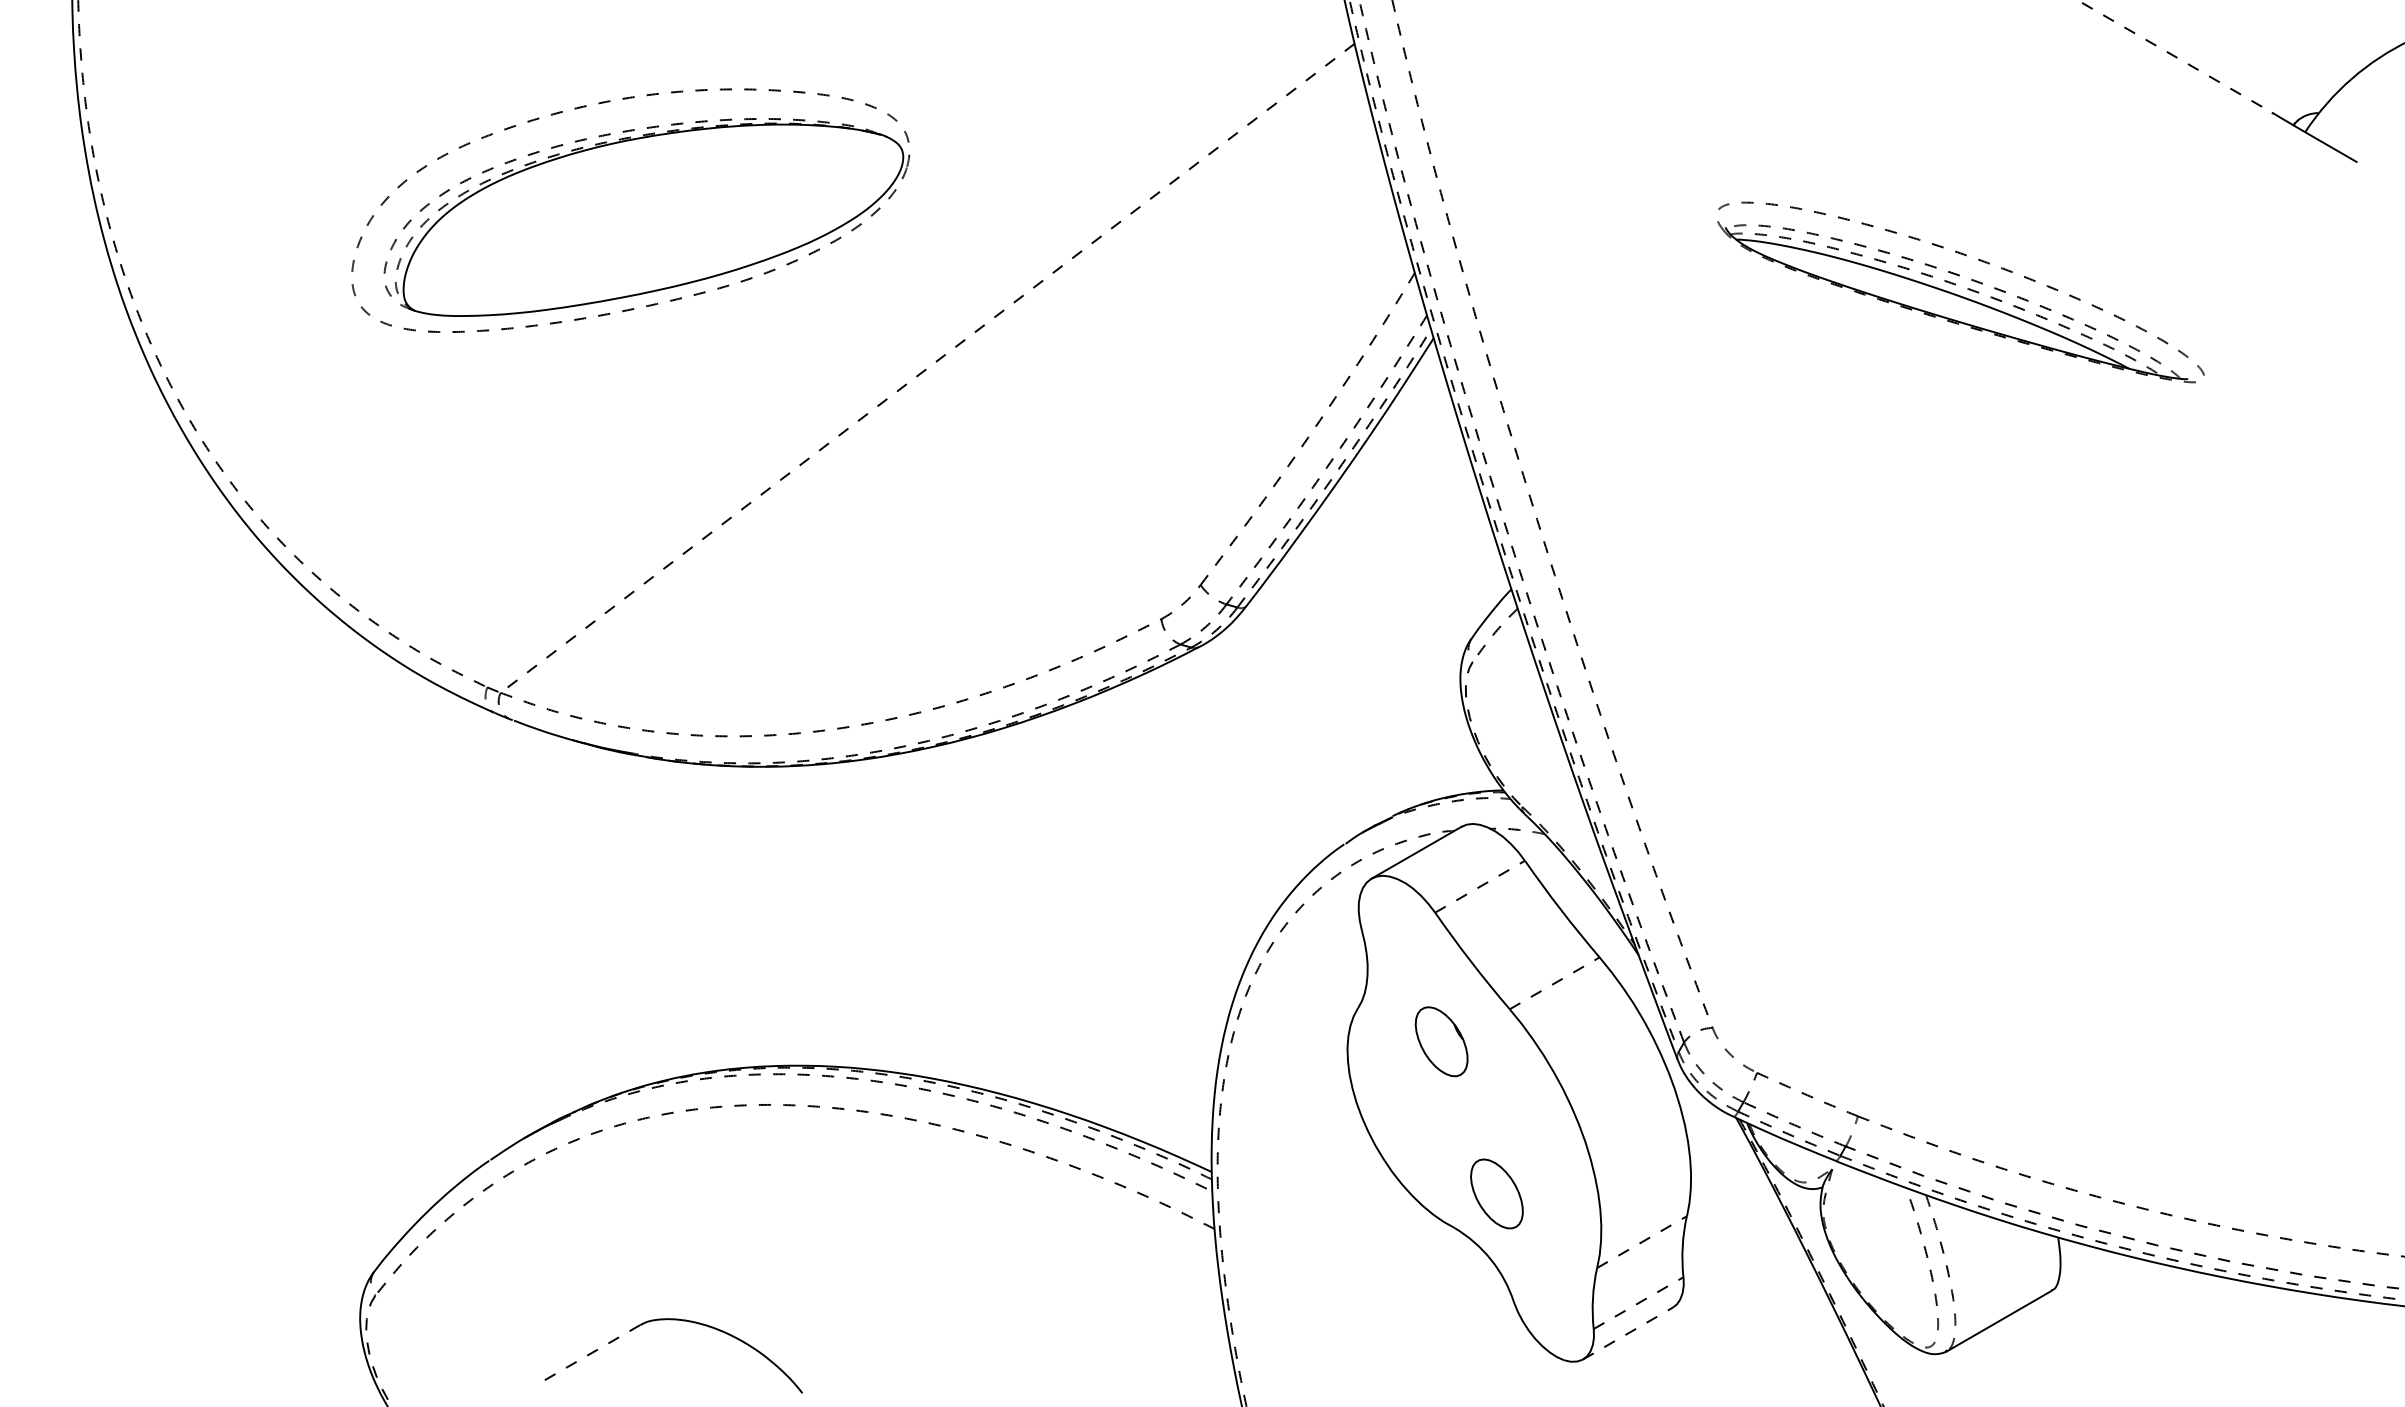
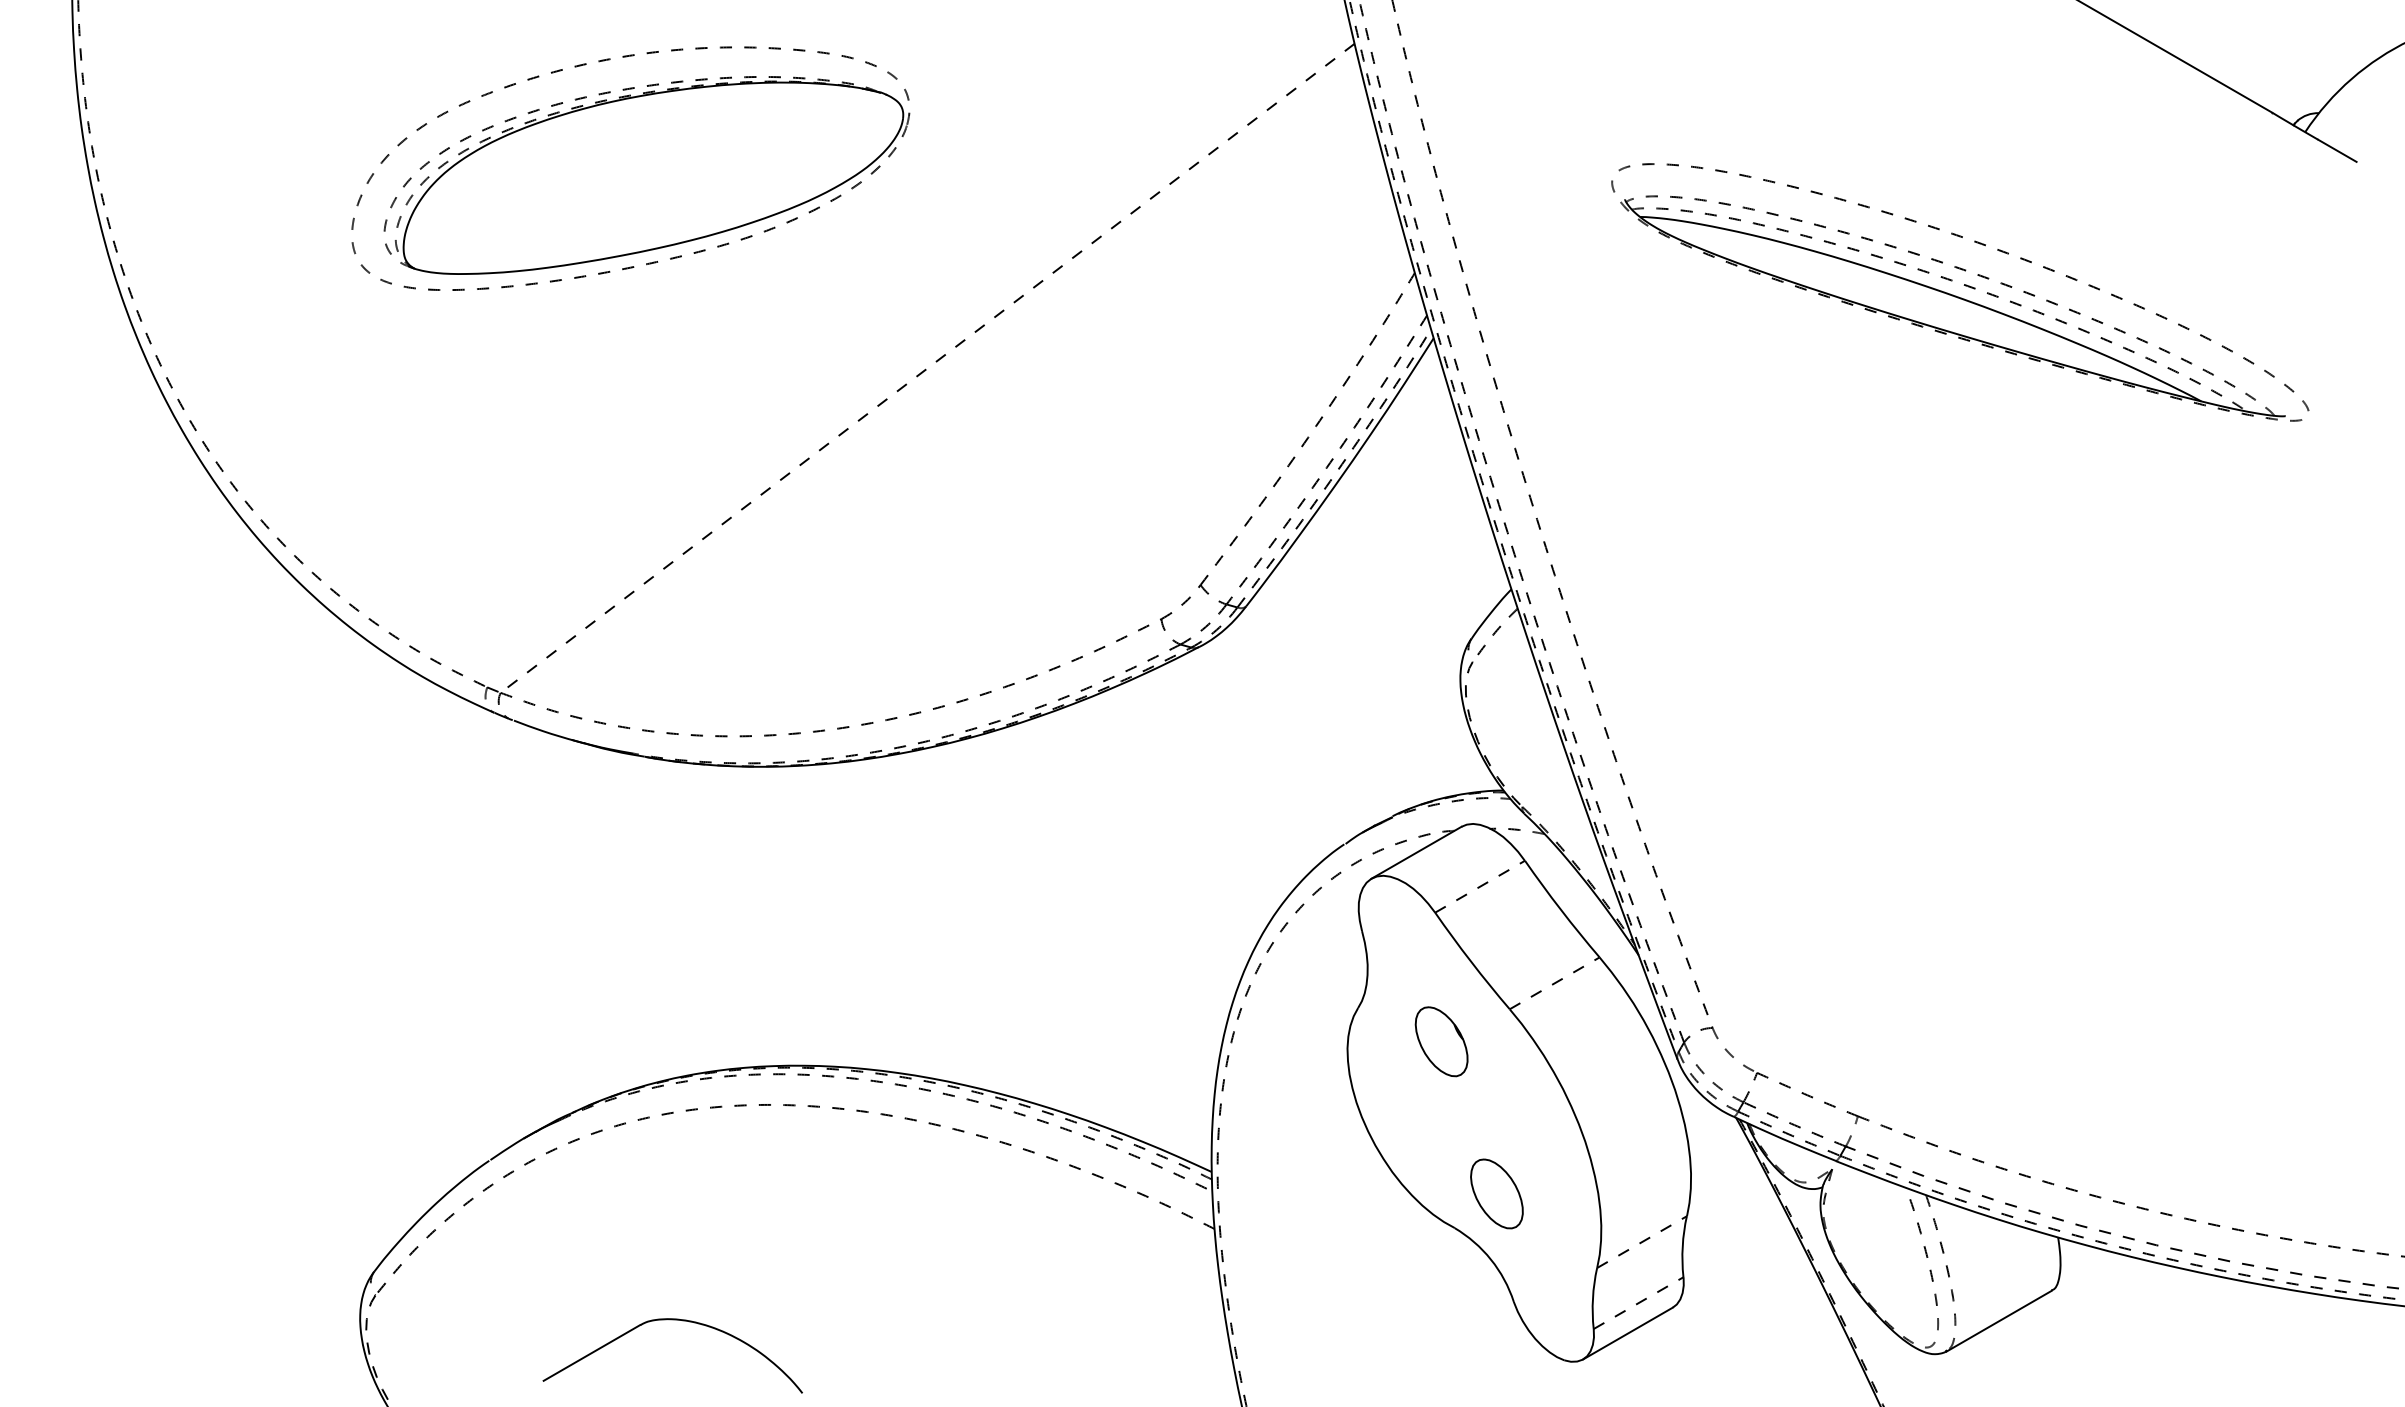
line at (2175, 56): dashed -> solid
part at (630, 210) position: (630, 210) -> (630, 168)
part at (1960, 292) size: 488x183 px -> 699x259 px
line at (1627, 1333): dashed -> solid
line at (591, 1352): dashed -> solid
